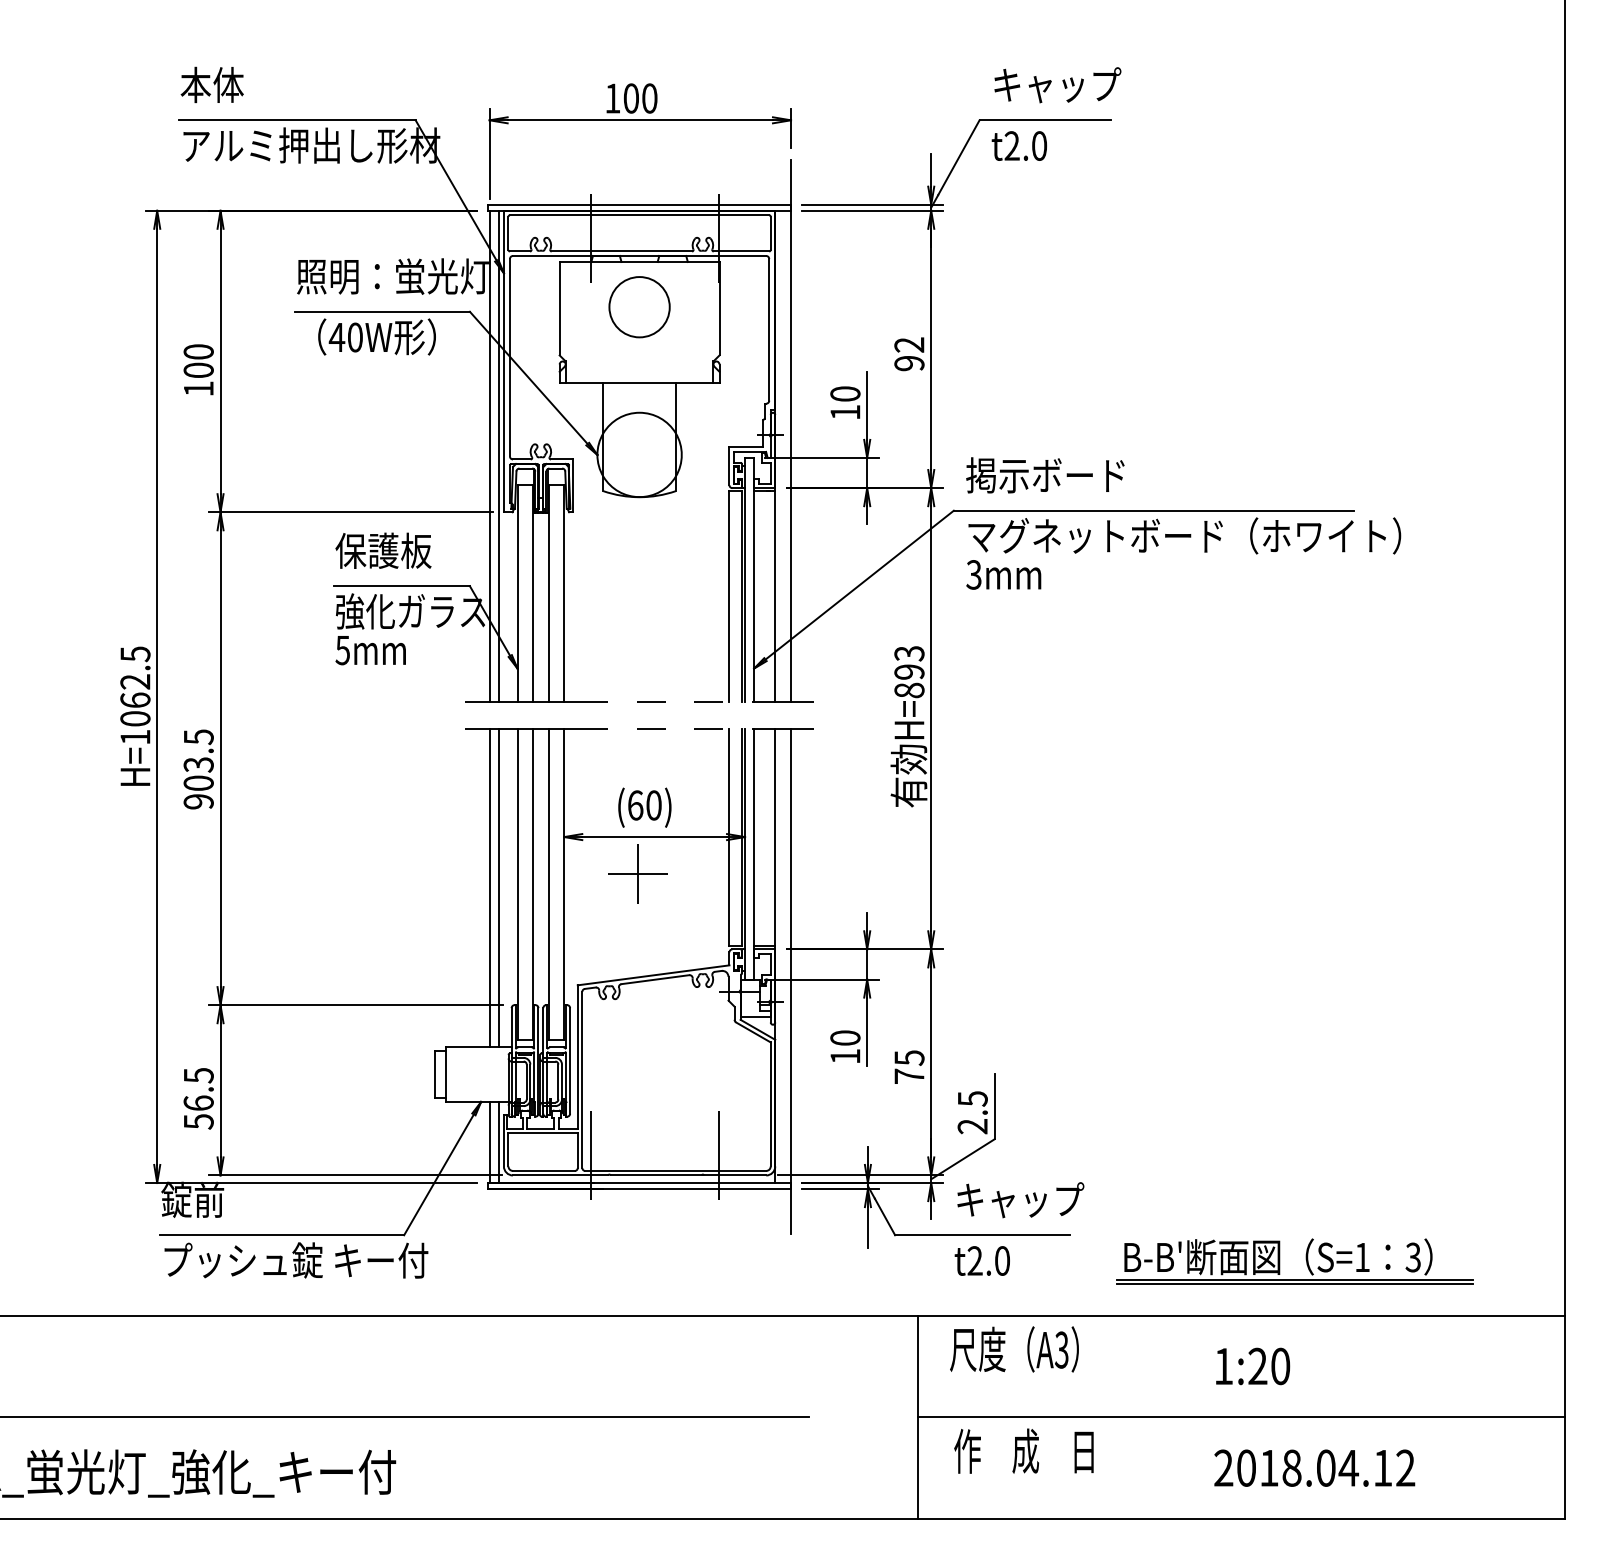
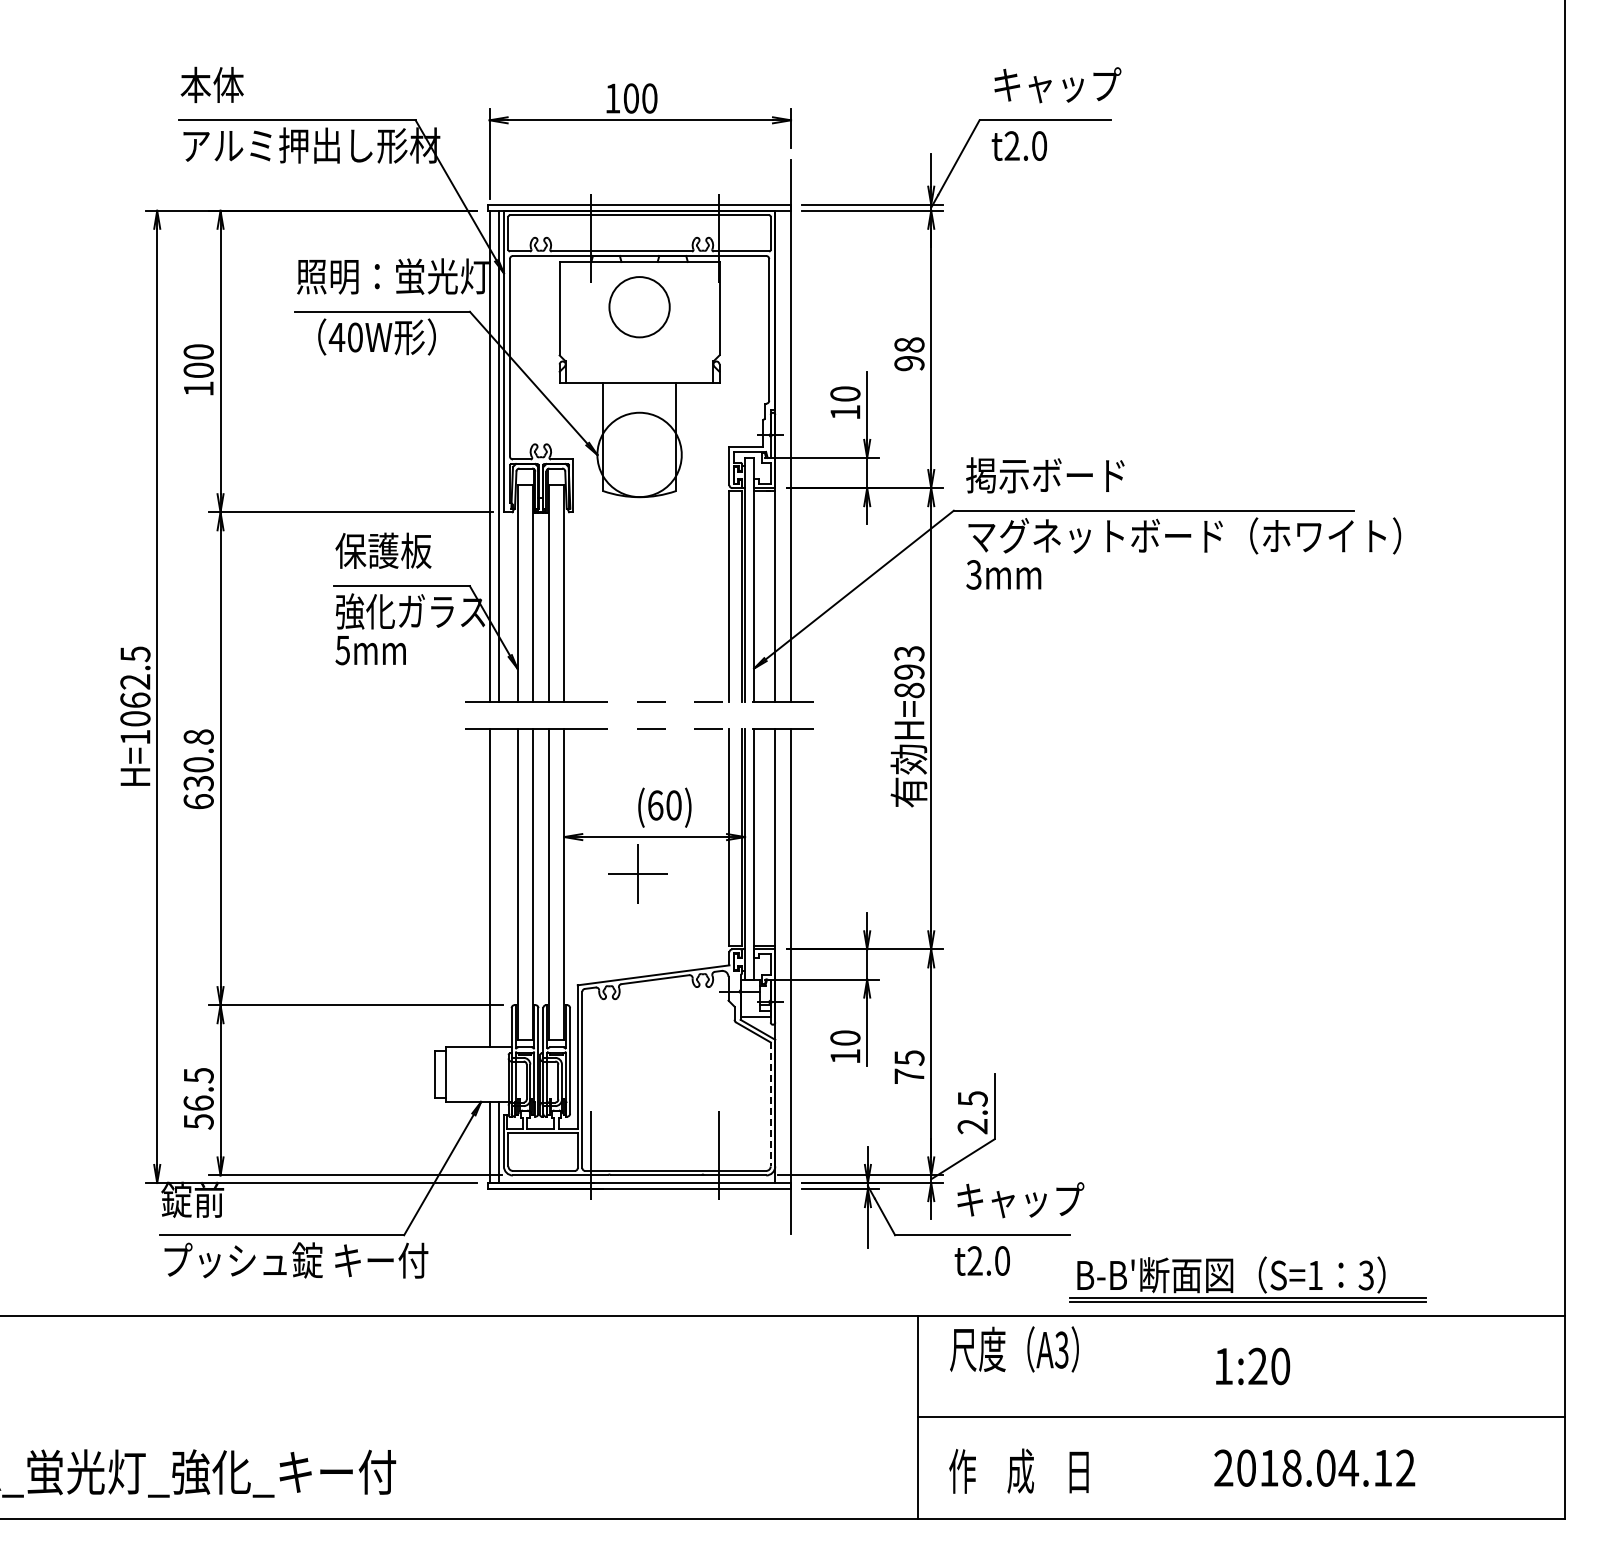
text at (909, 344): 92 -> 98
text at (198, 769): 903.5 -> 630.8
text at (644, 807) position: (644, 807) -> (664, 807)
line at (498, 888): present -> none
line at (770, 1104): solid -> dashed
part at (1305, 1259) position: (1305, 1259) -> (1258, 1277)
line at (405, 1417): present -> none
text at (1023, 1450) position: (1023, 1450) -> (1018, 1470)
